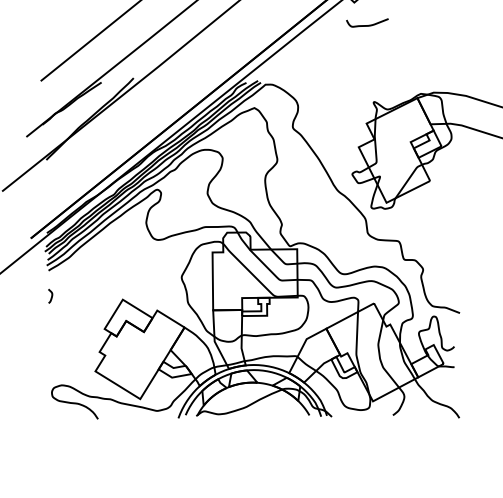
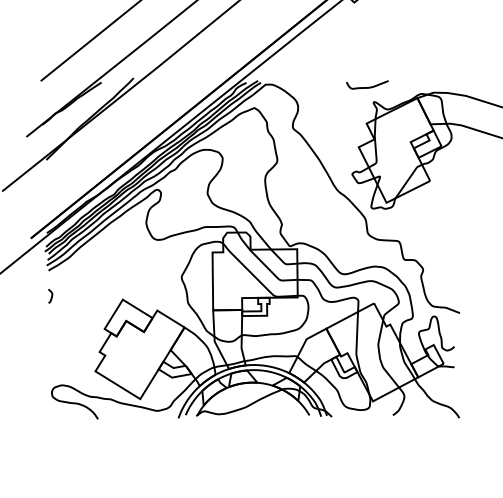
curve at (368, 24) position: (368, 24) -> (368, 86)
